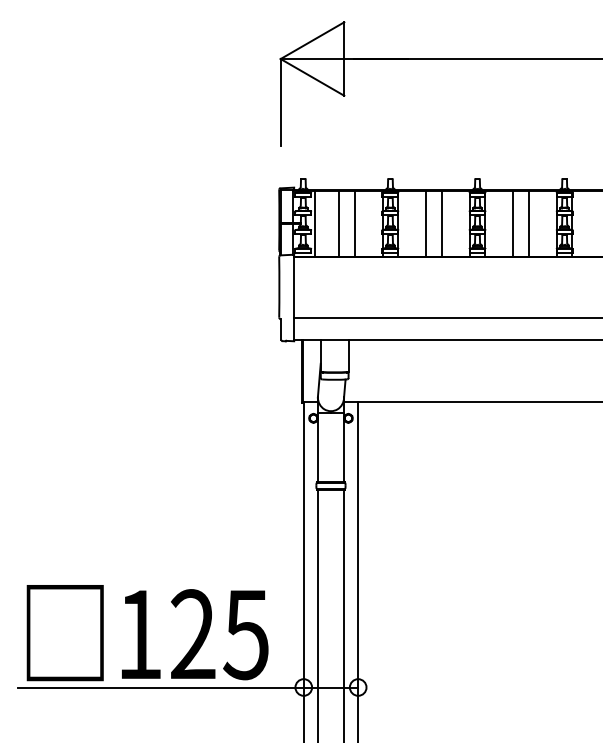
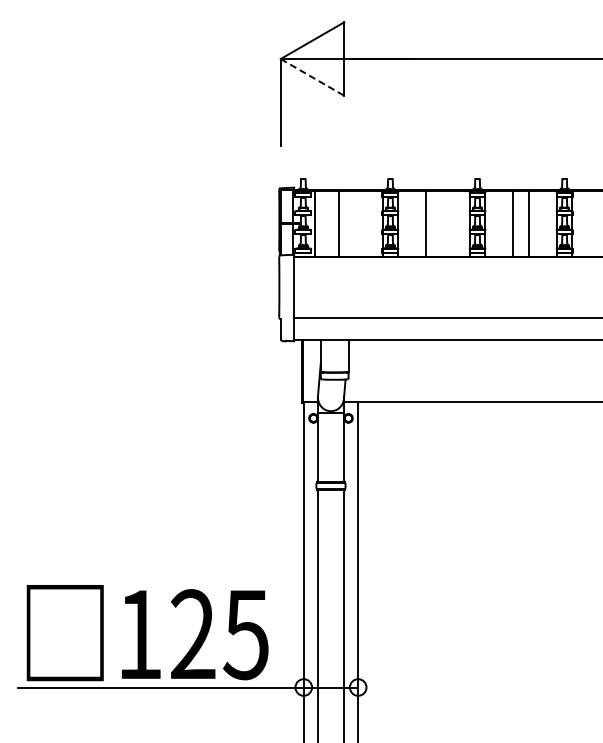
line at (312, 77): solid -> dashed
line at (354, 223): present -> none
line at (441, 223): present -> none
